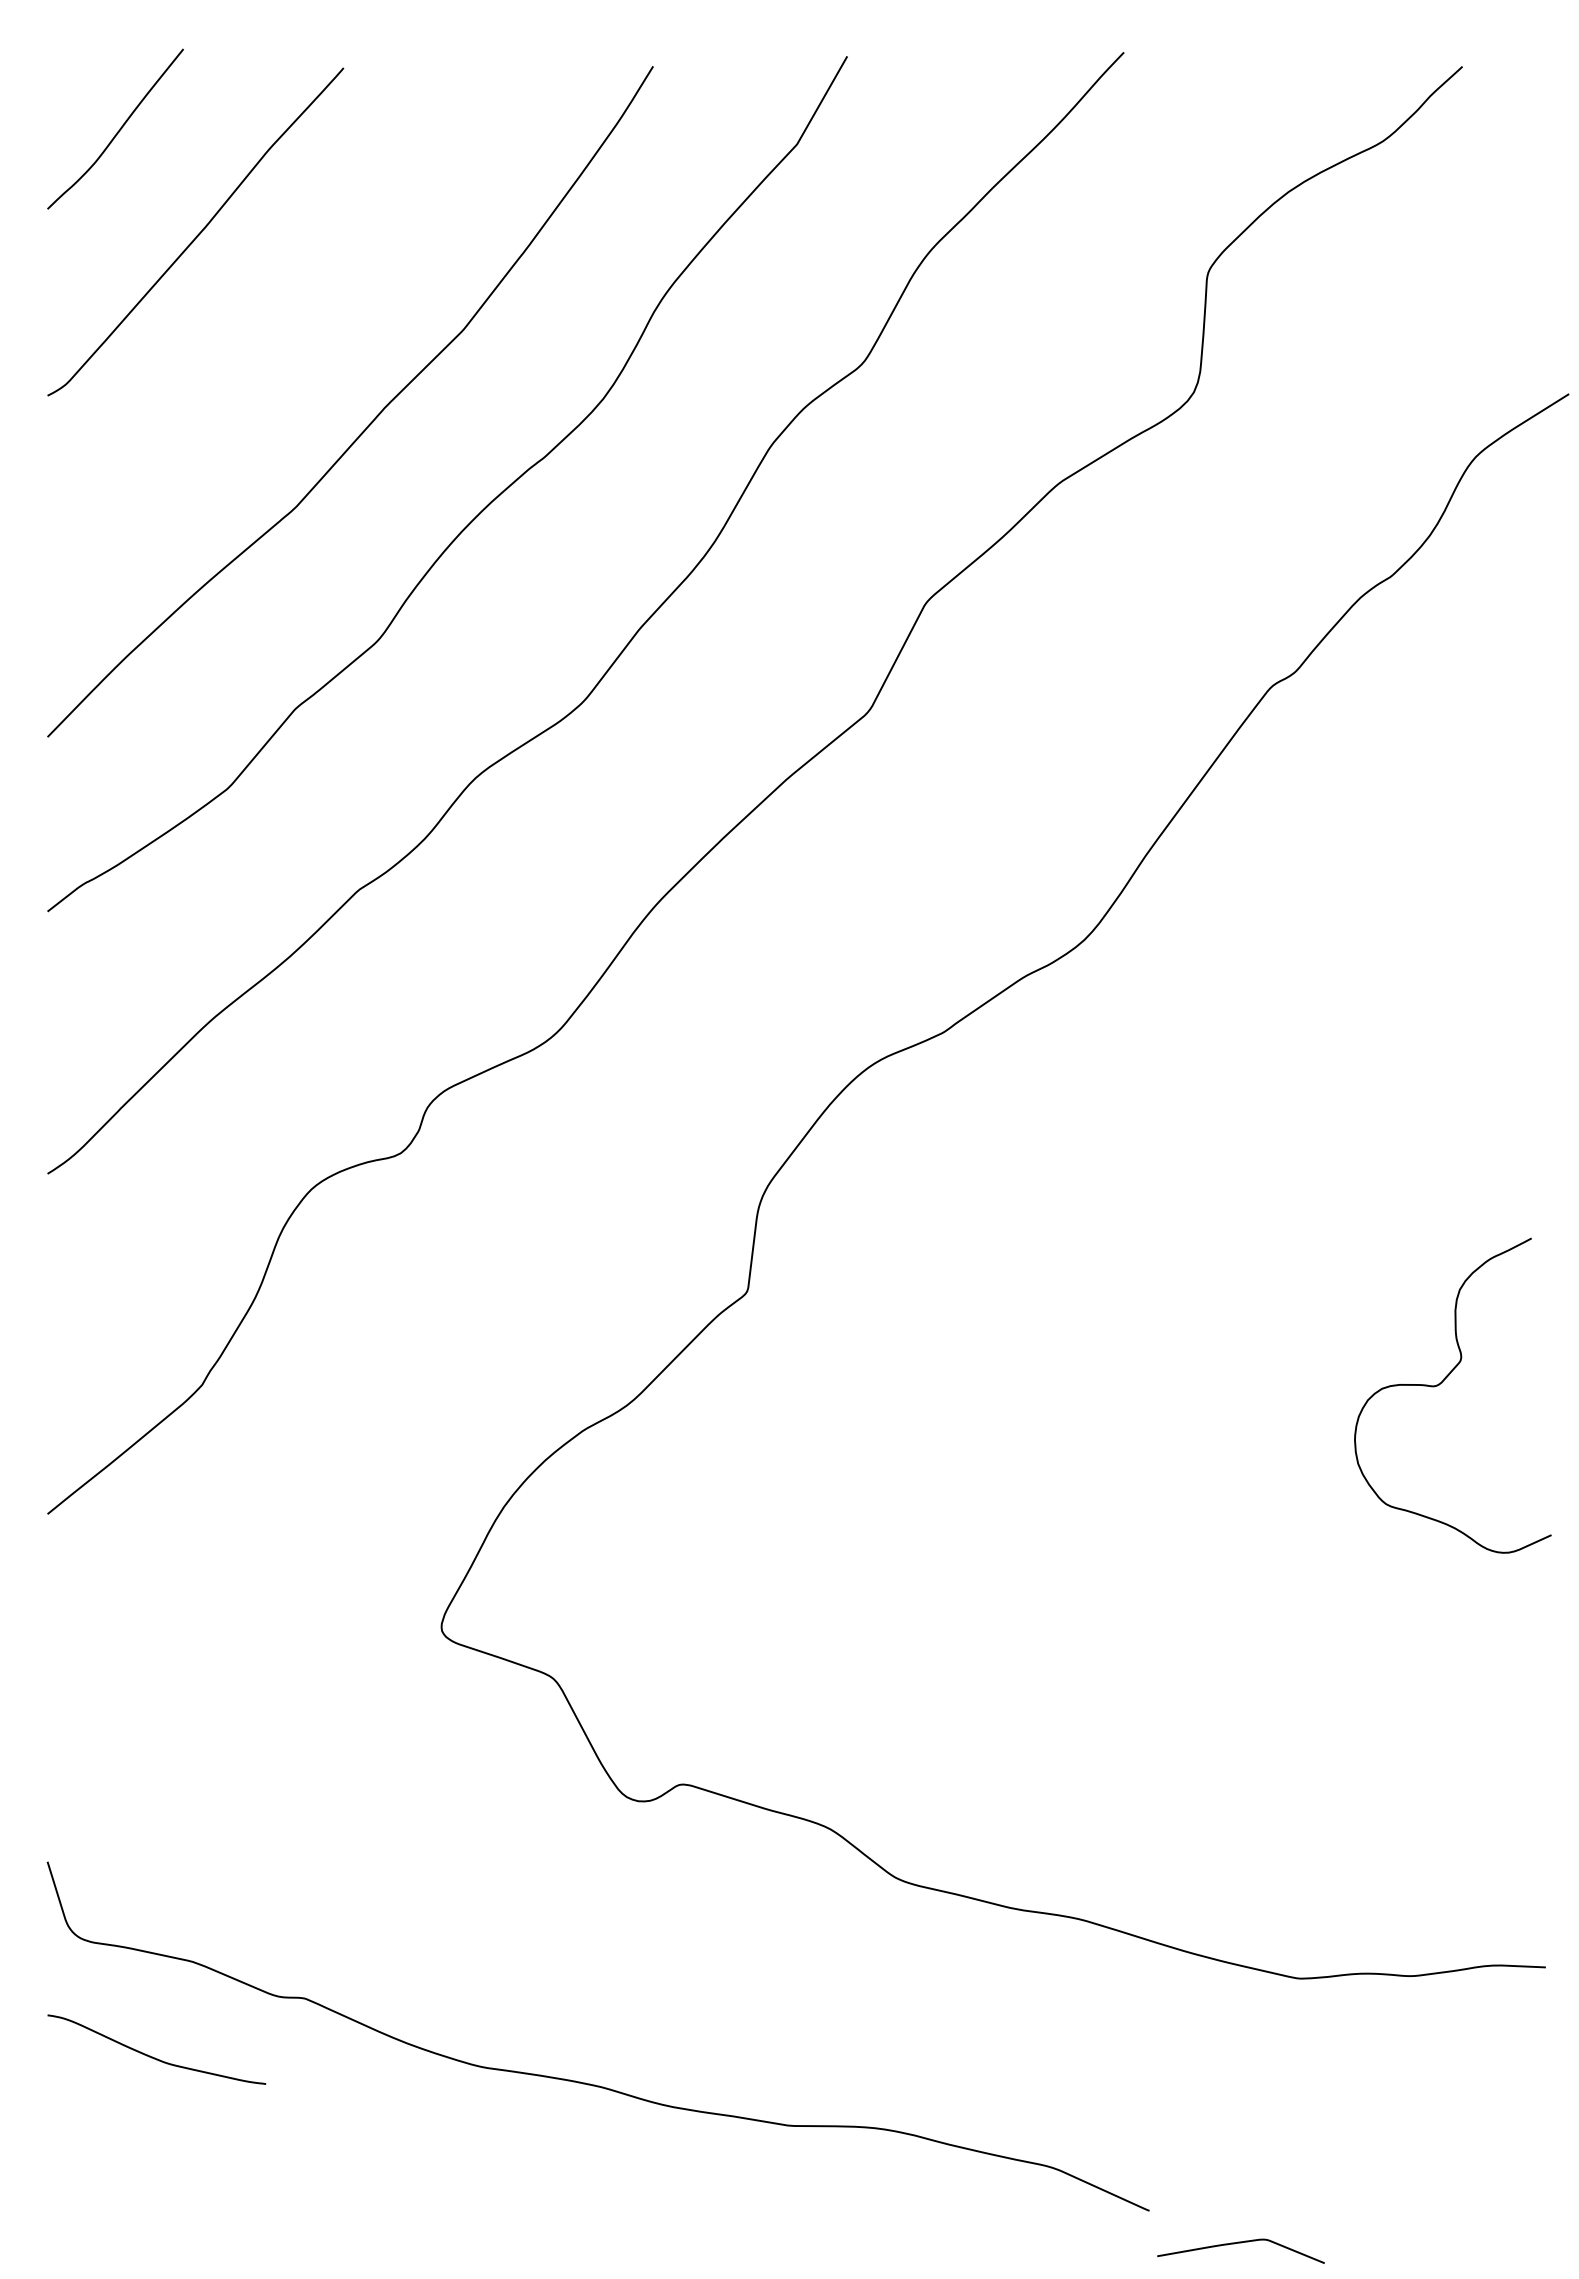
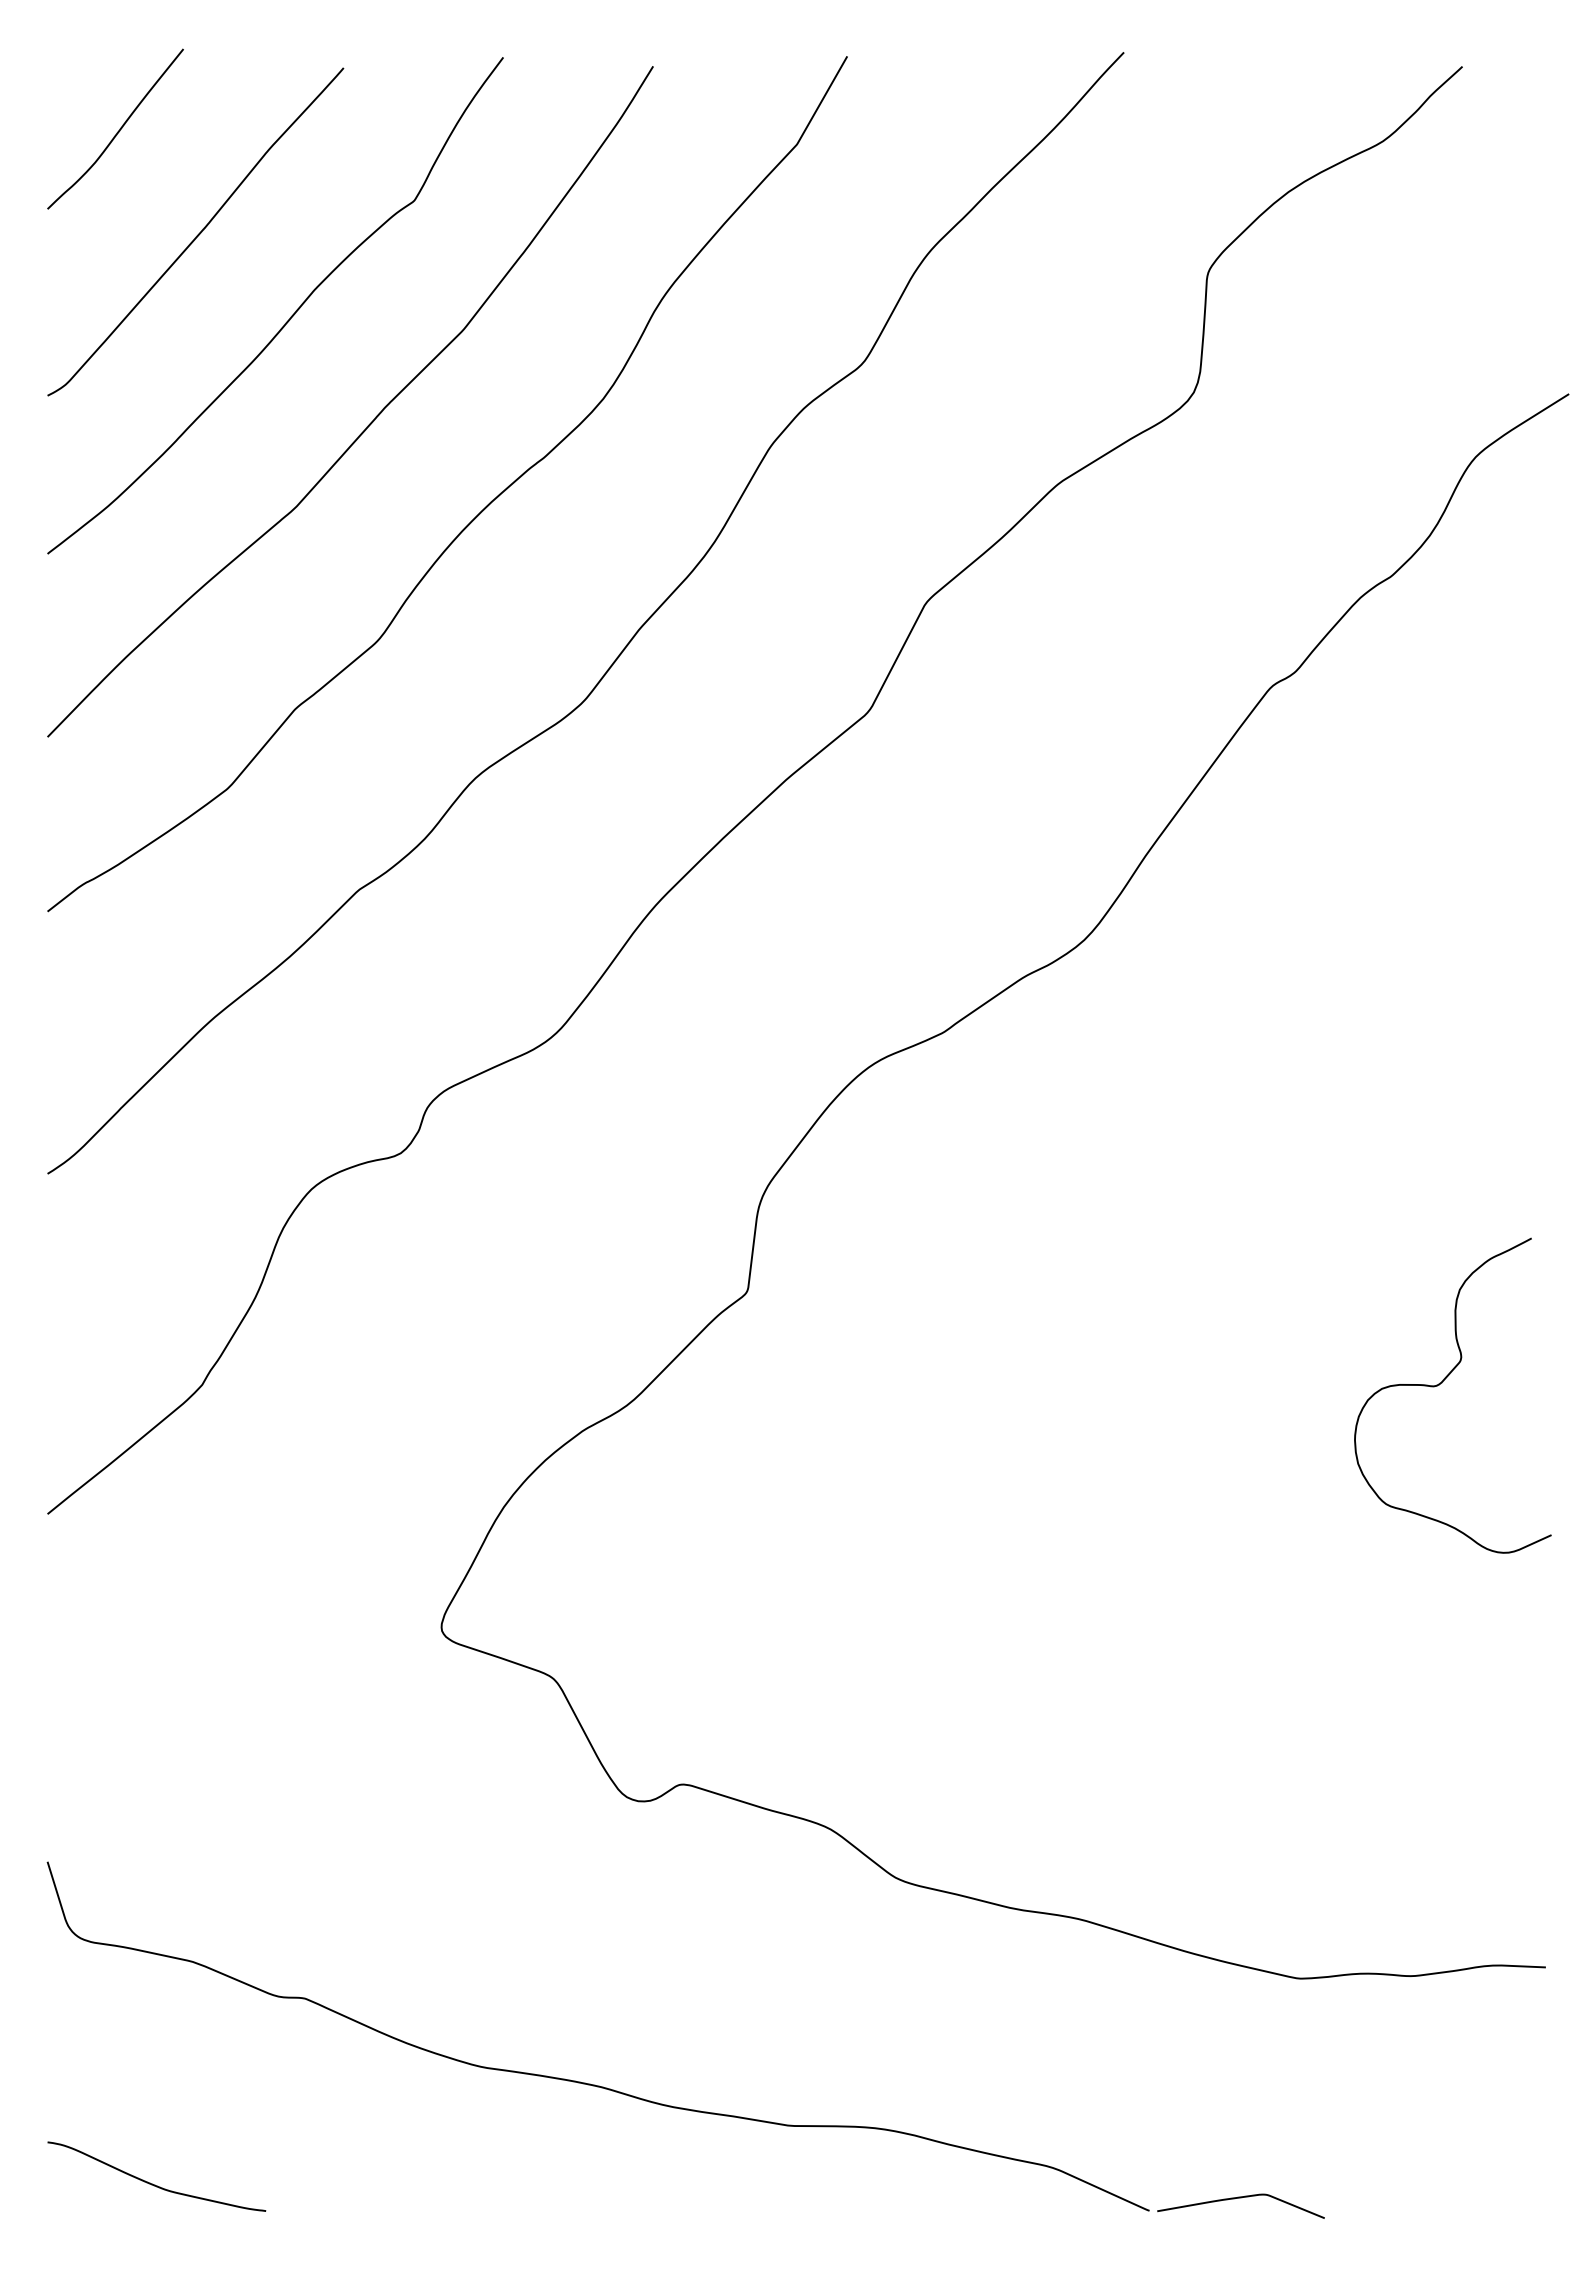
curve at (290, 316): none -> present
curve at (152, 2056) position: (152, 2056) -> (152, 2183)
curve at (1240, 2243) position: (1240, 2243) -> (1240, 2198)
